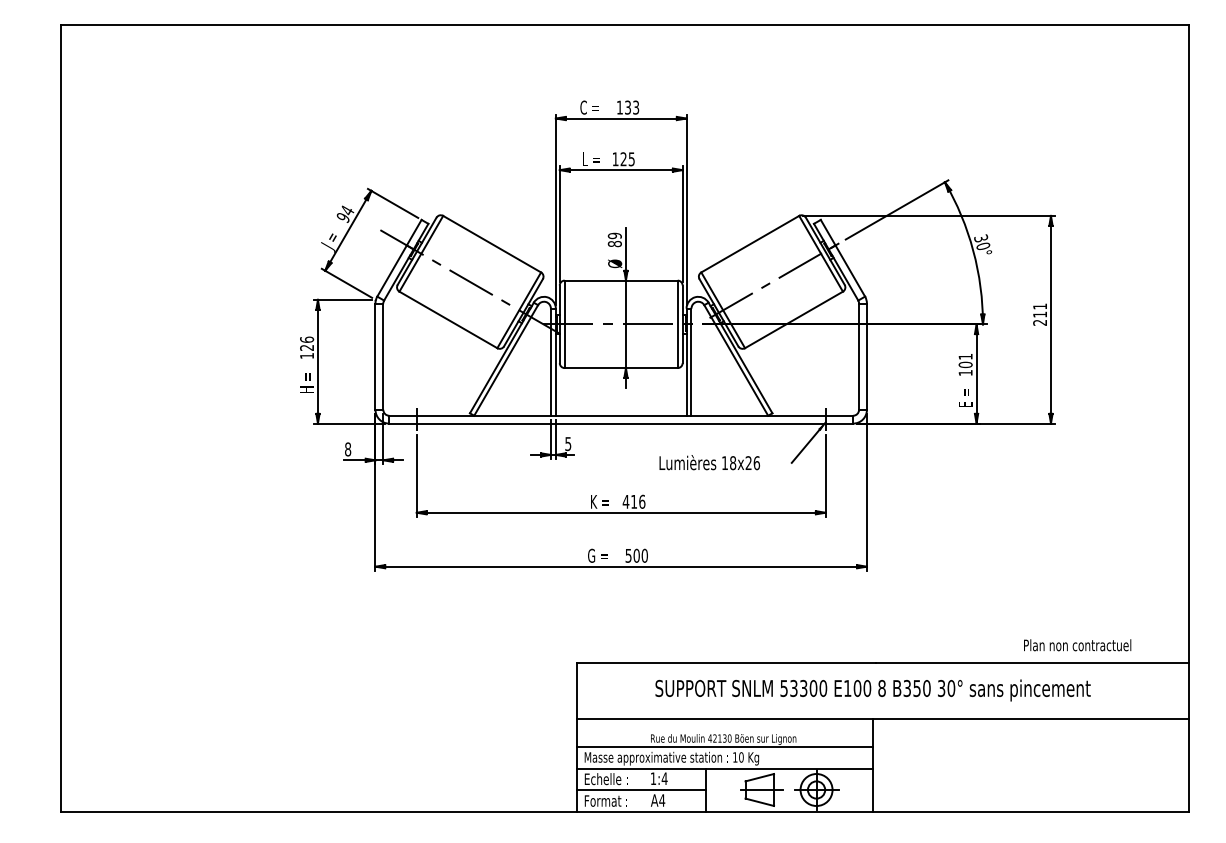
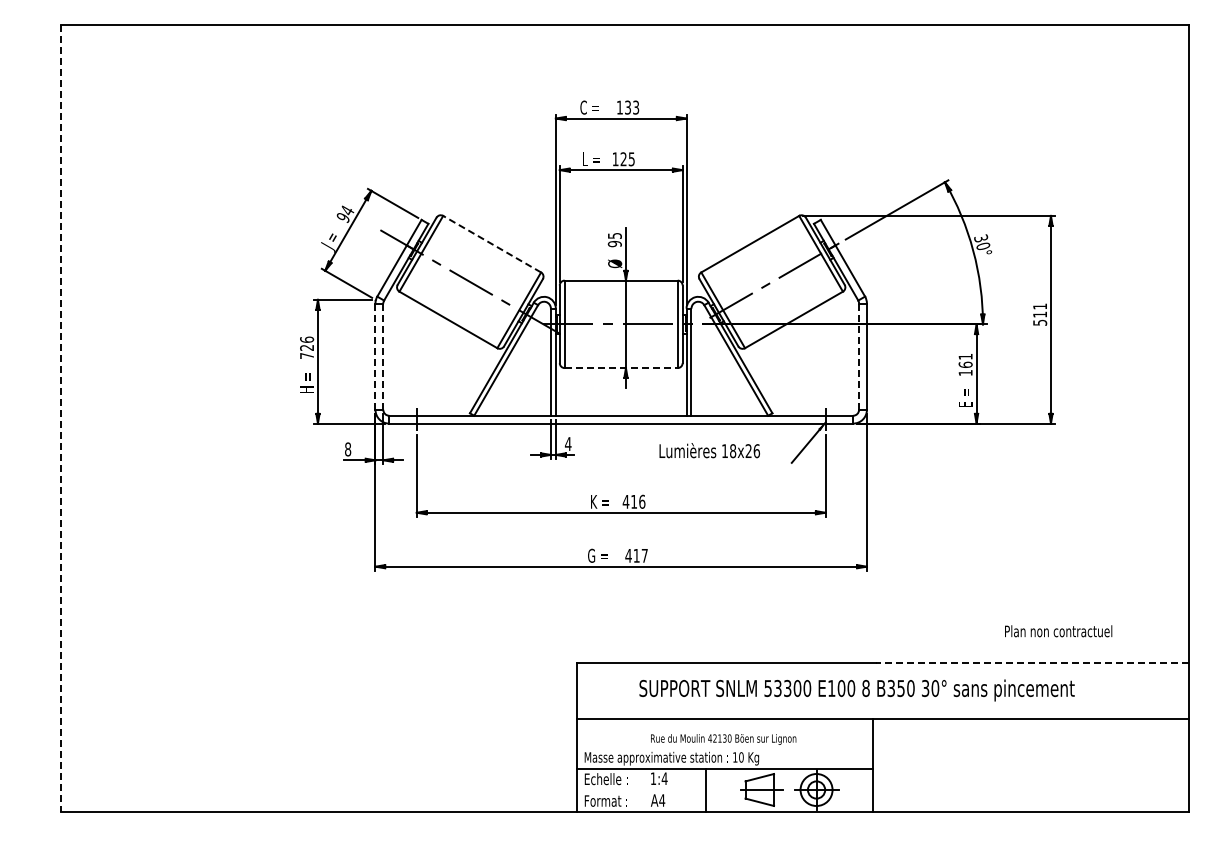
text at (614, 239): 89 -> 95
line at (492, 244): solid -> dashed
text at (1040, 322): 211 -> 511
text at (306, 355): 126 -> 726
line at (859, 356): solid -> dashed
line at (375, 357): solid -> dashed
line at (383, 357): solid -> dashed
text at (965, 364): 101 -> 161
line at (621, 368): solid -> dashed
line at (60, 419): solid -> dashed
text at (568, 444): 5 -> 4
text at (709, 462) position: (709, 462) -> (709, 450)
text at (636, 555): 500 -> 417
text at (1077, 645) position: (1077, 645) -> (1058, 631)
line at (1032, 662): solid -> dashed
text at (872, 690) position: (872, 690) -> (856, 690)
line at (725, 747): present -> none
line at (641, 790): present -> none
